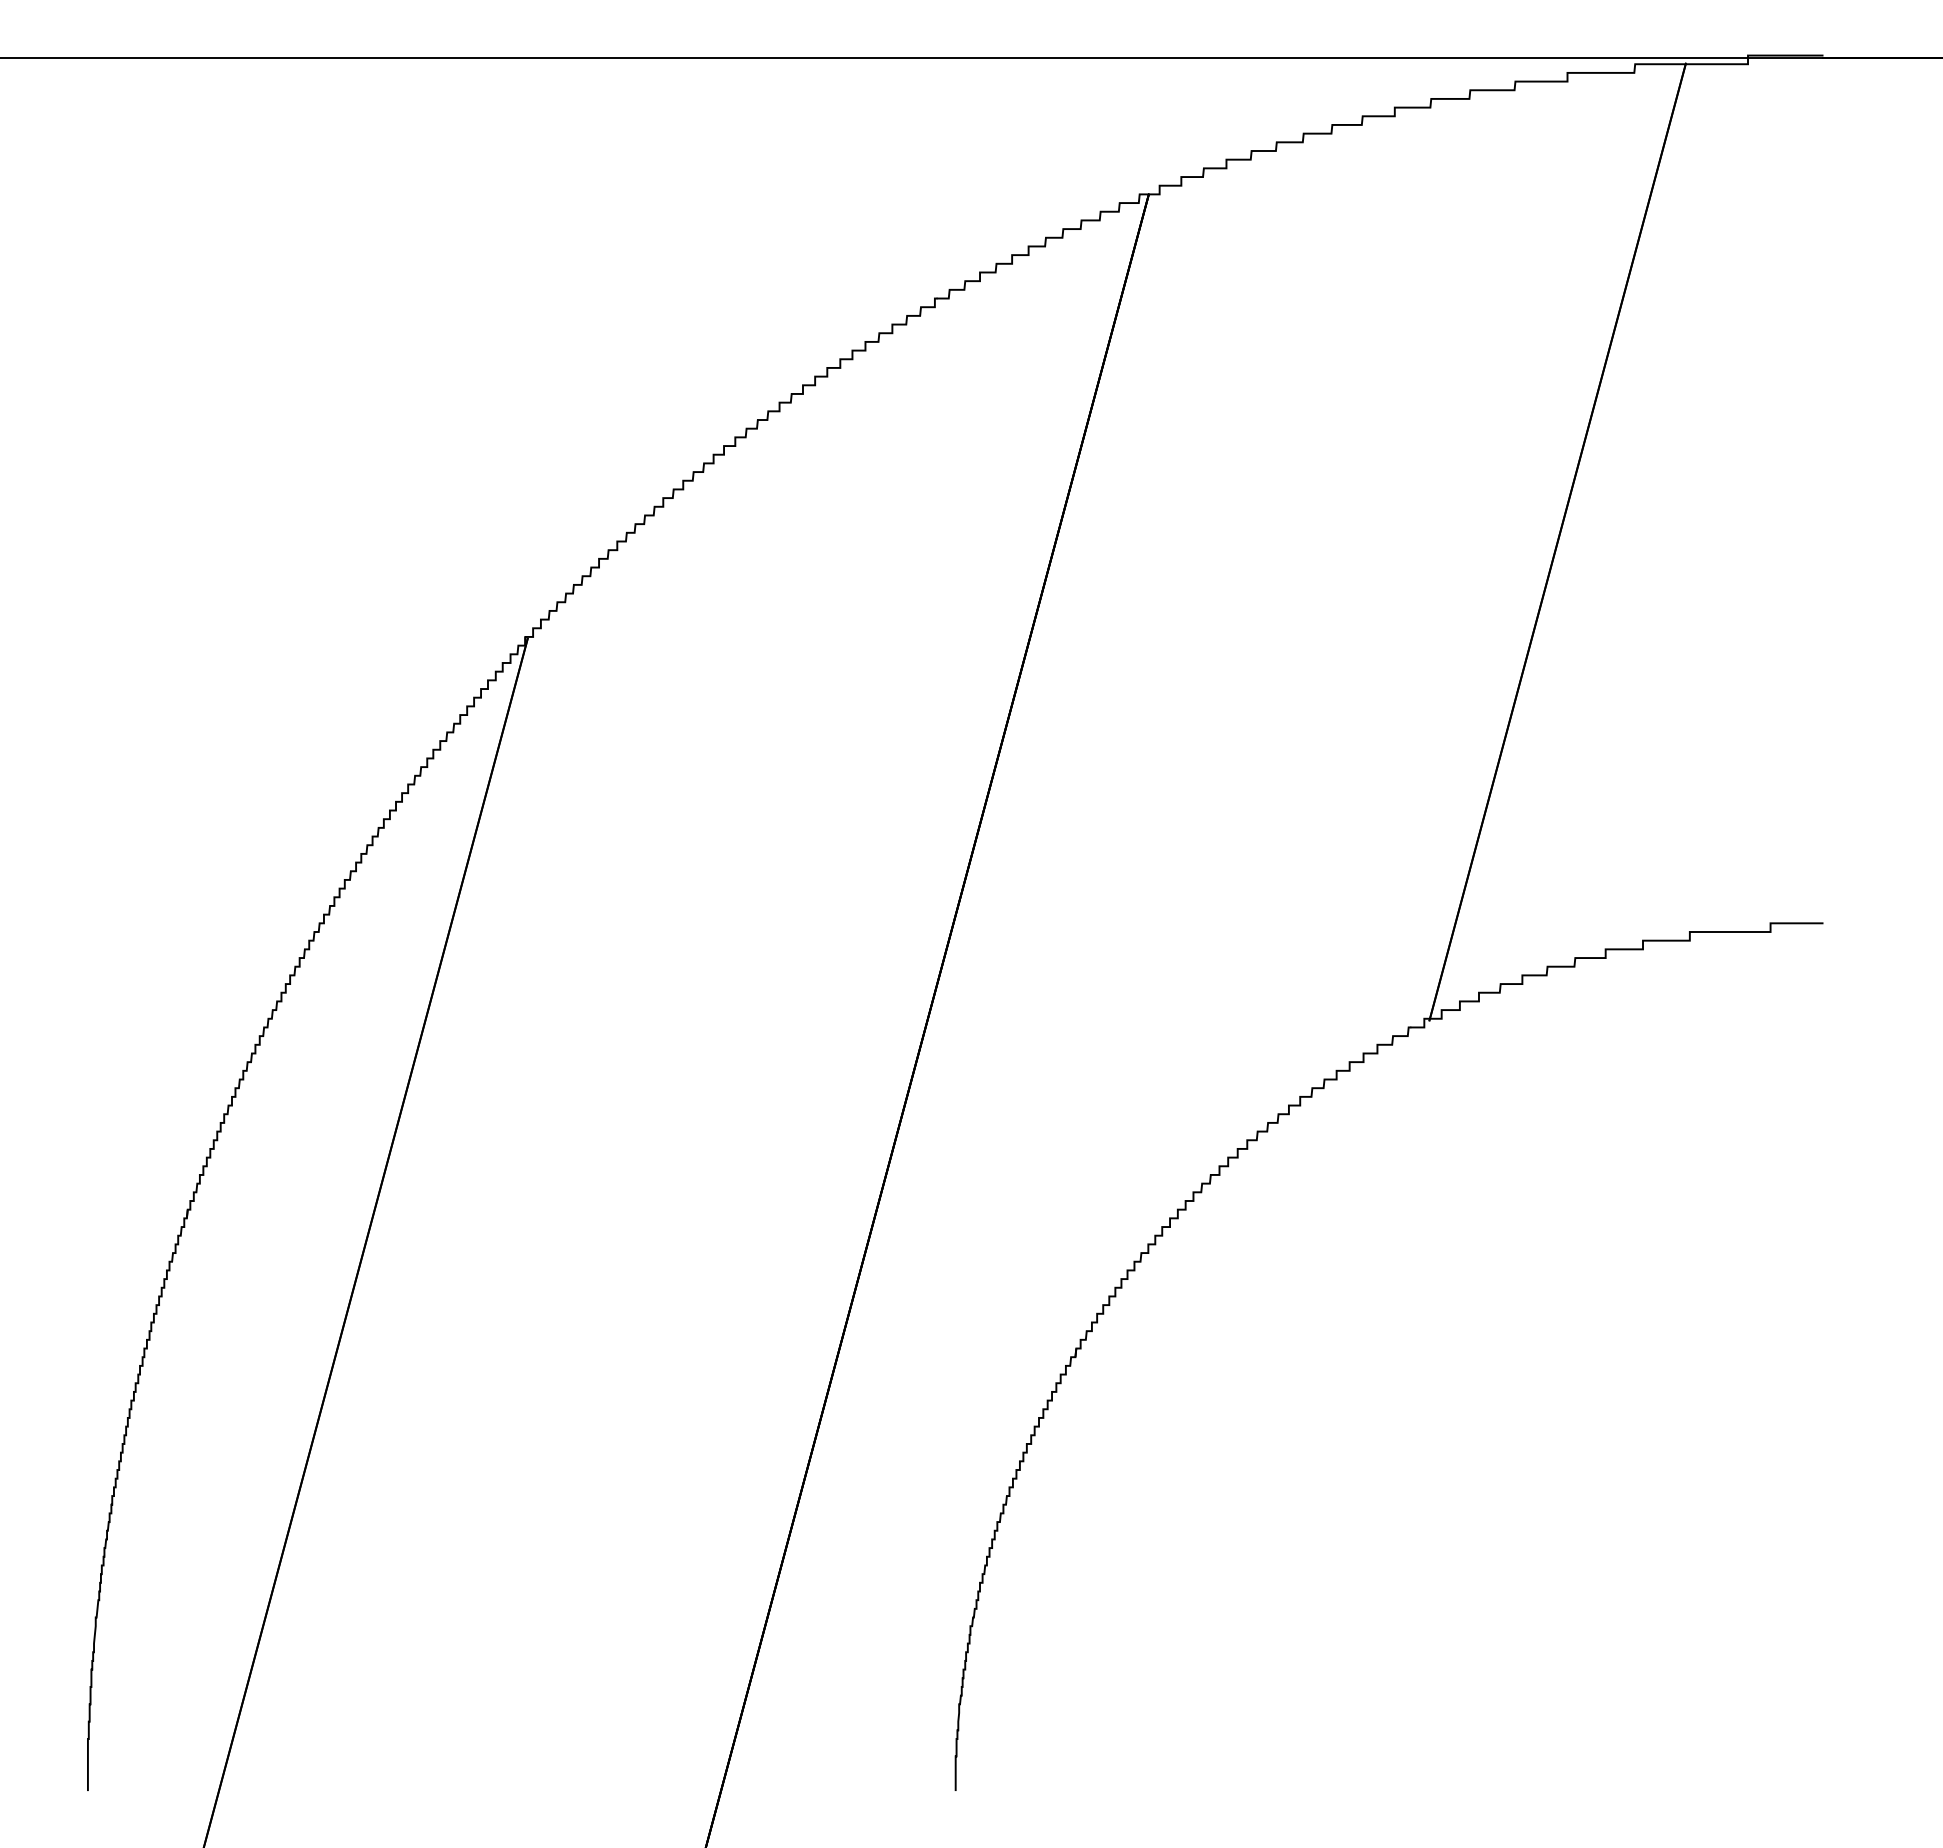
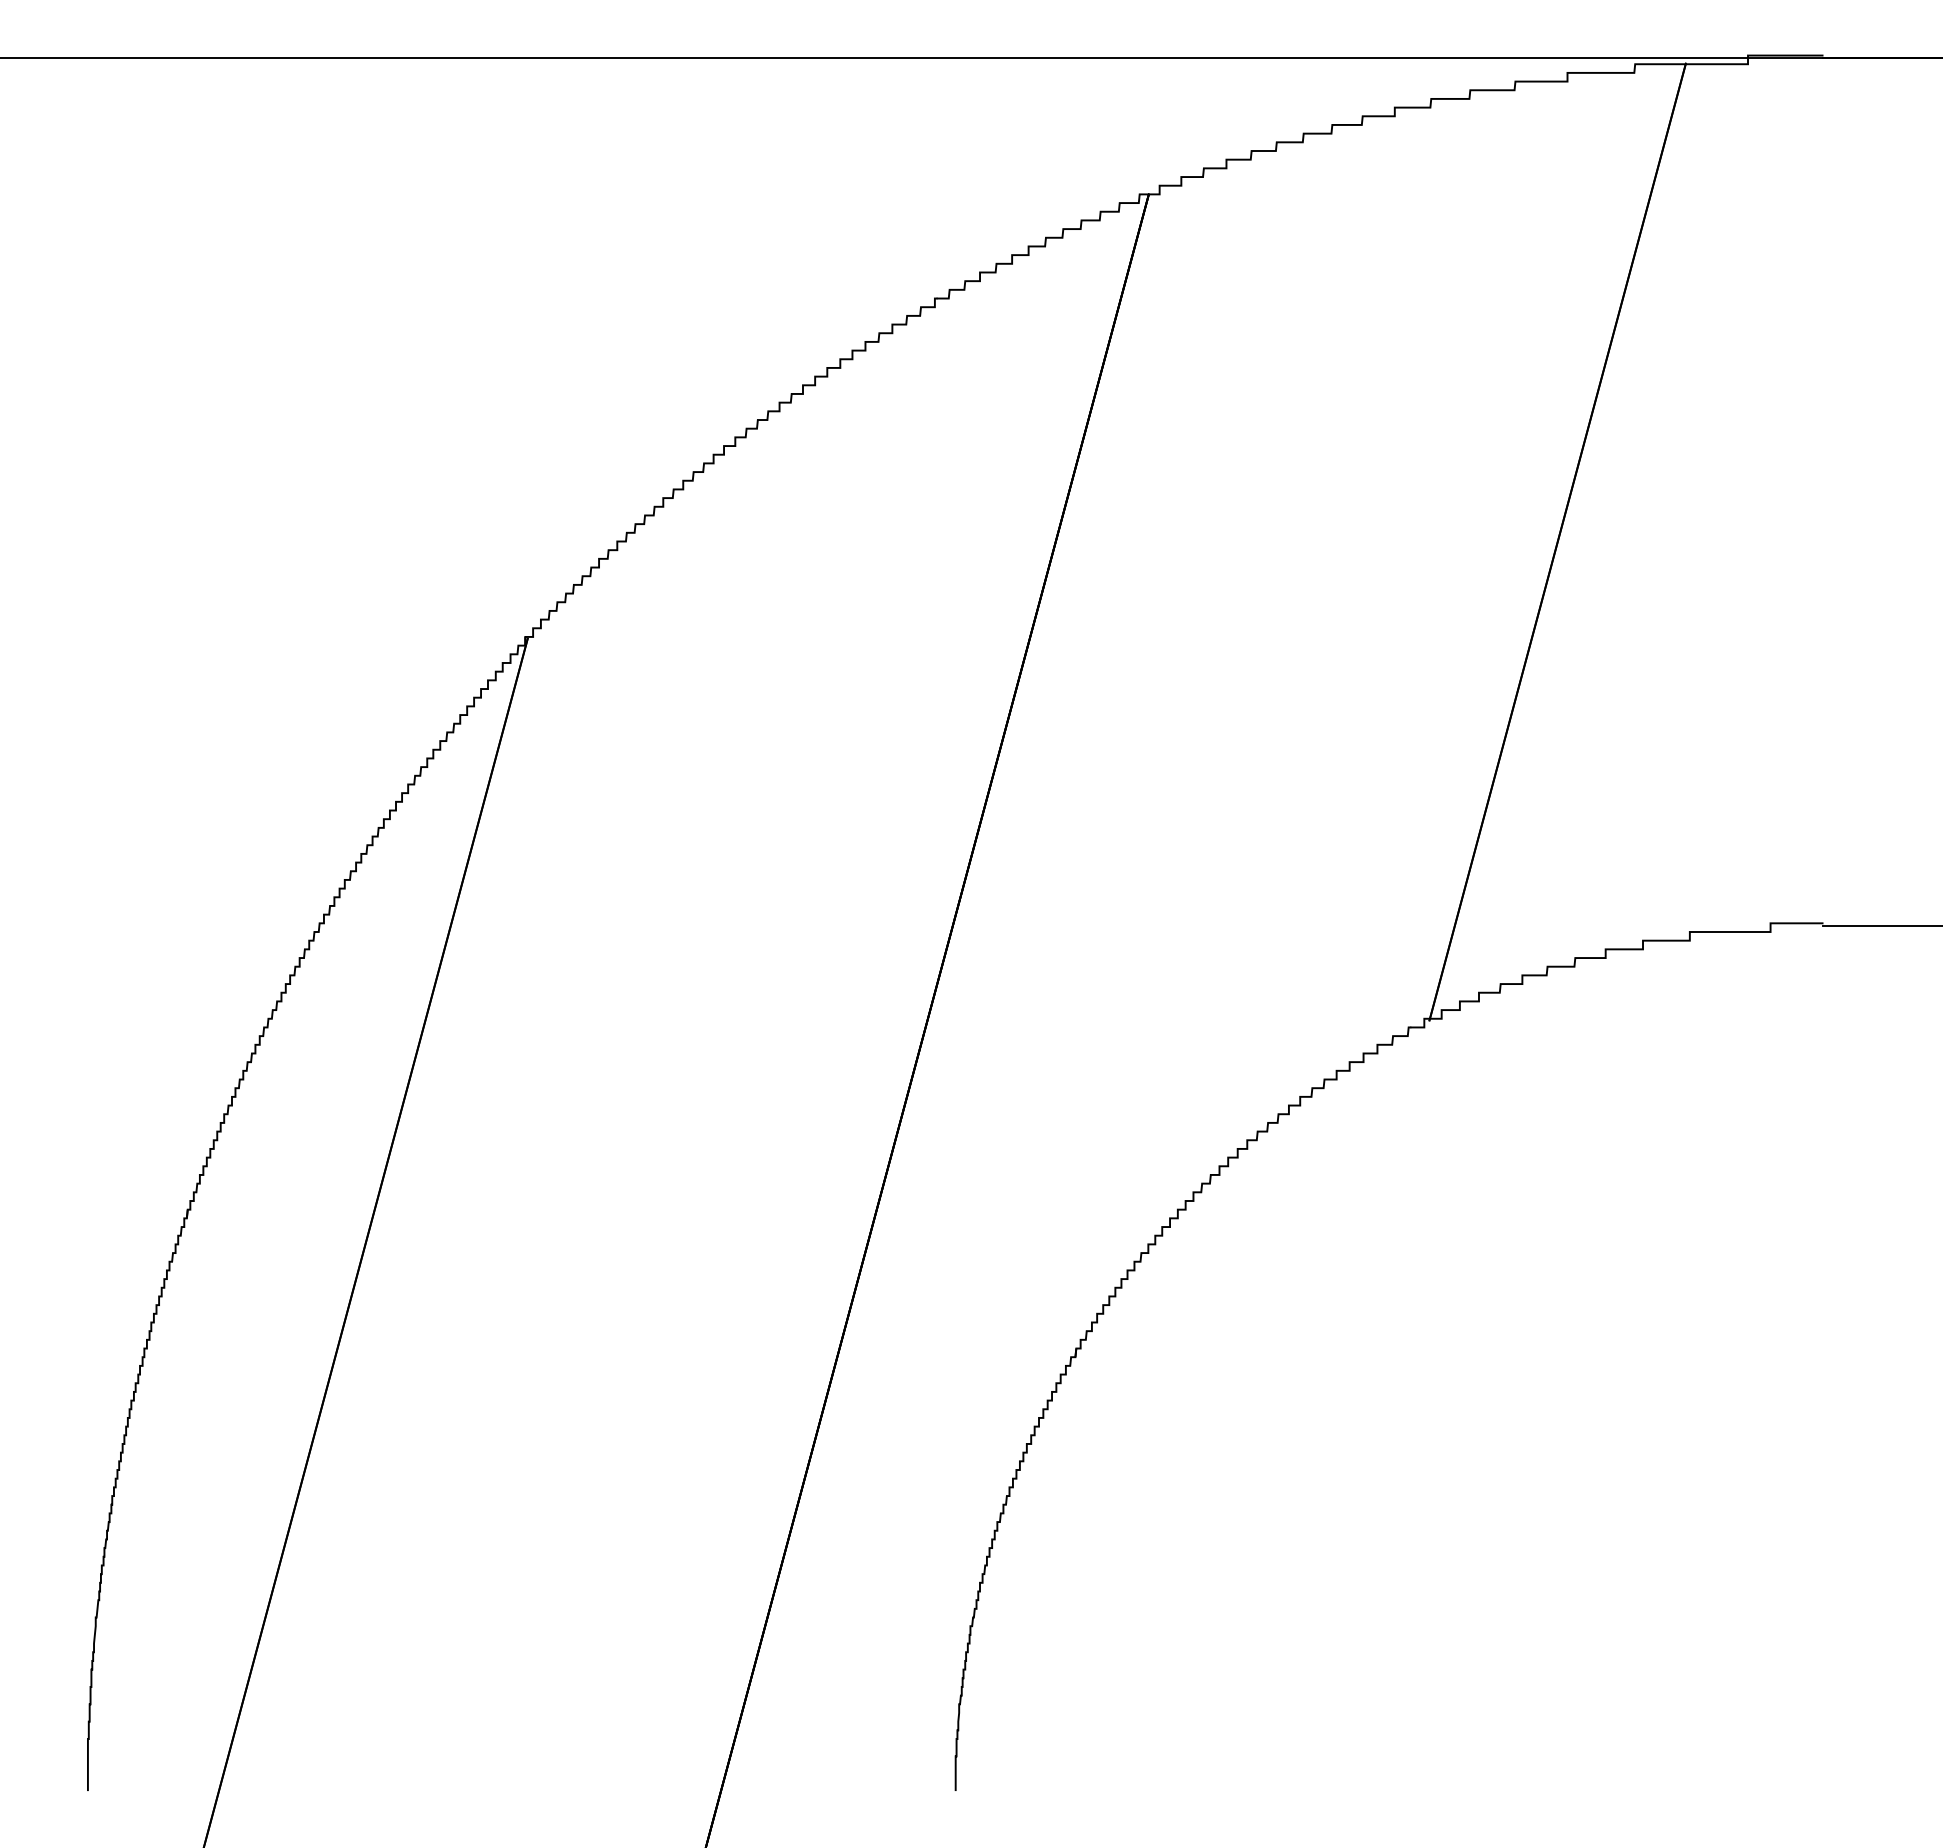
line at (1881, 926): none -> present
